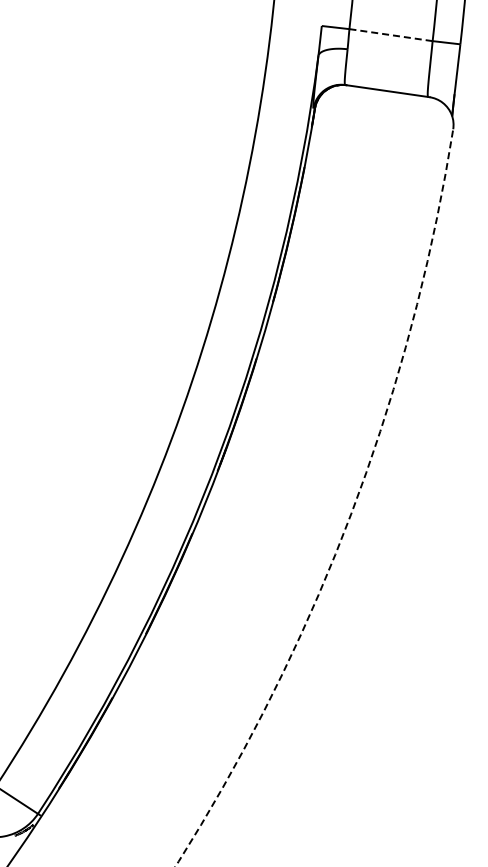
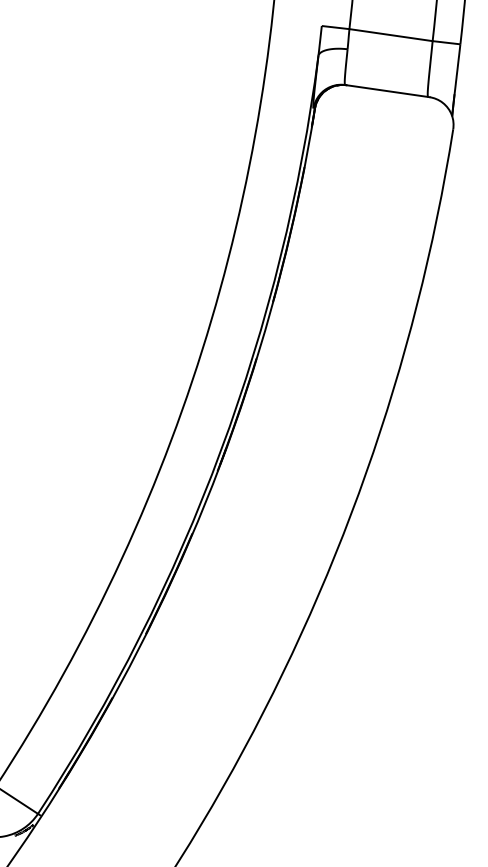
line at (391, 35): dashed -> solid
arc at (351, 513): dashed -> solid
